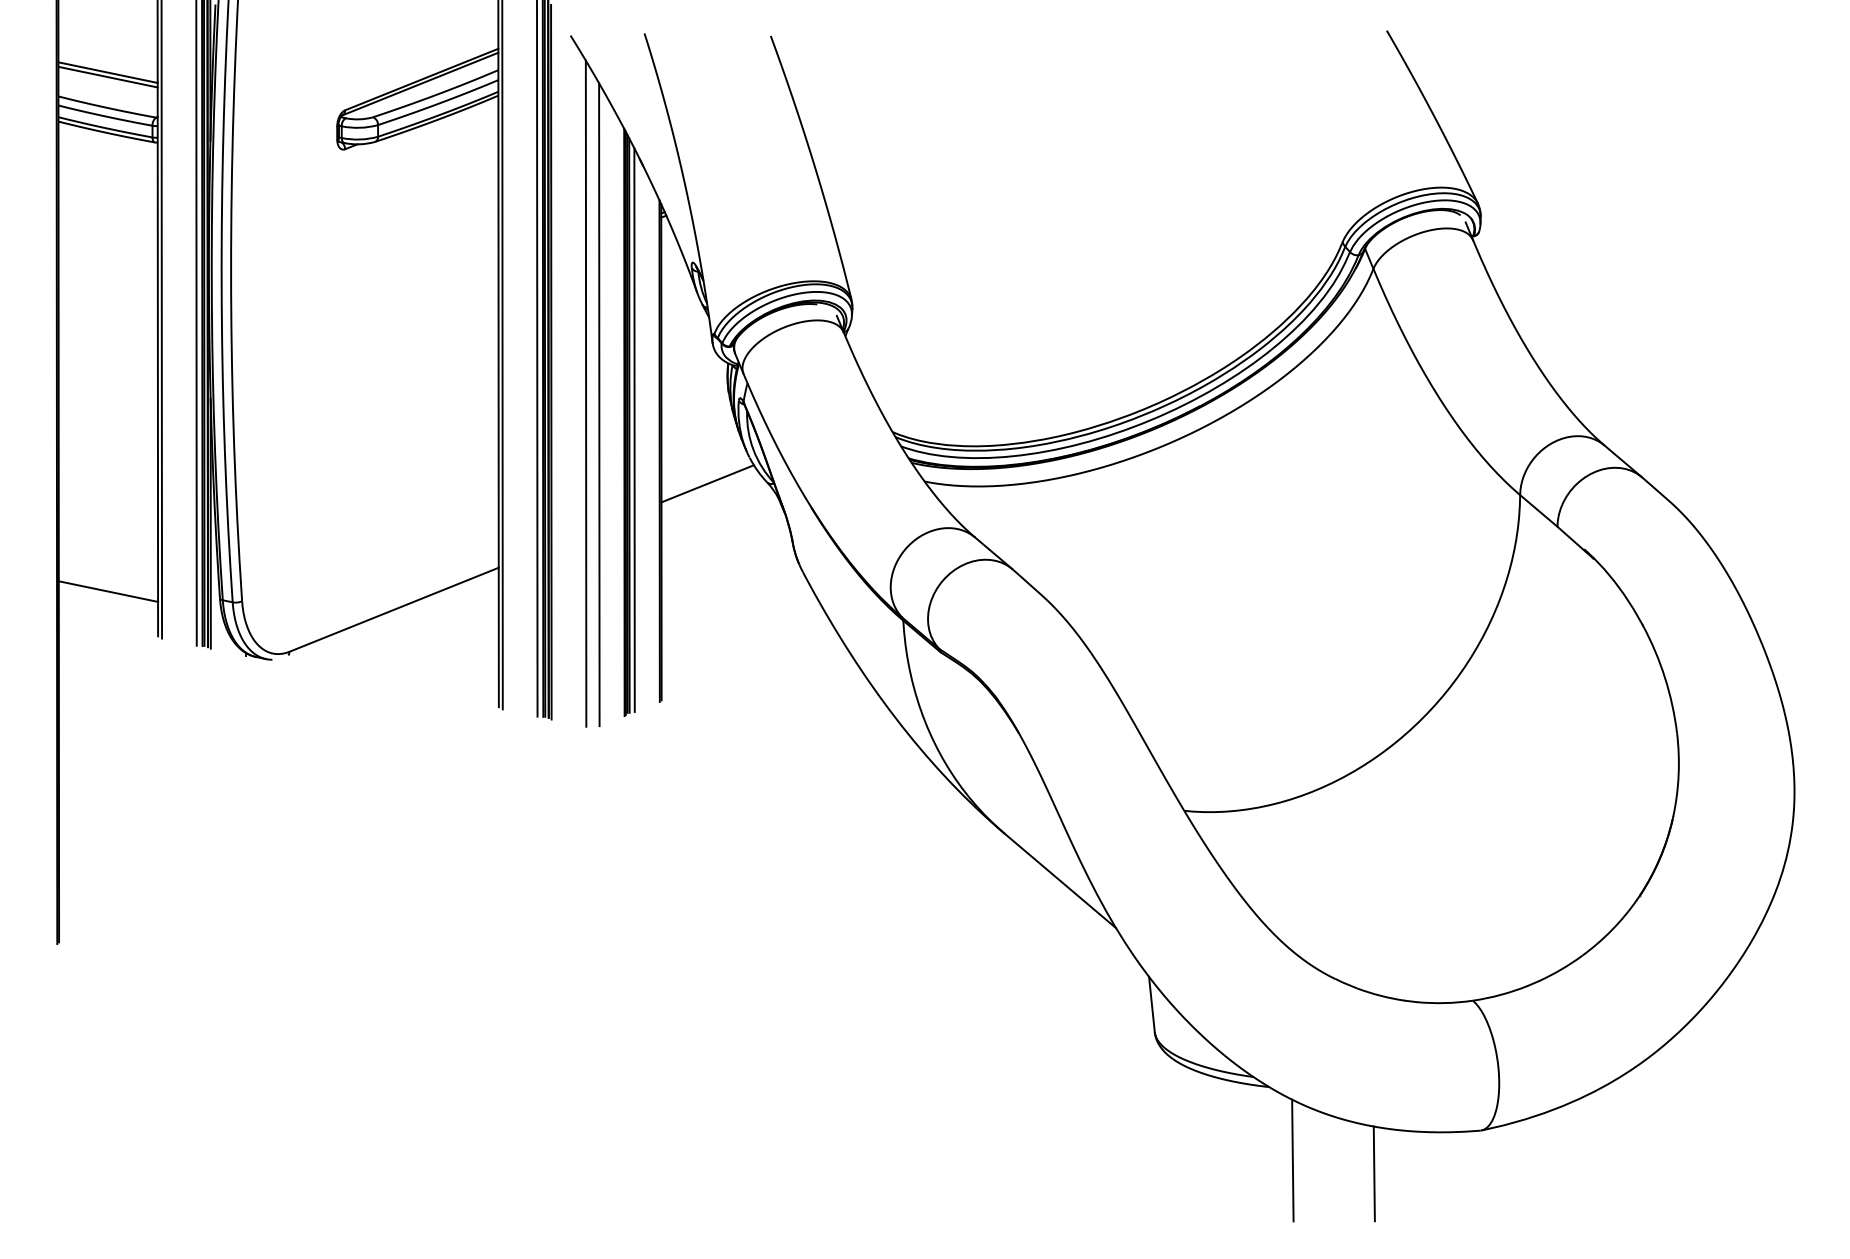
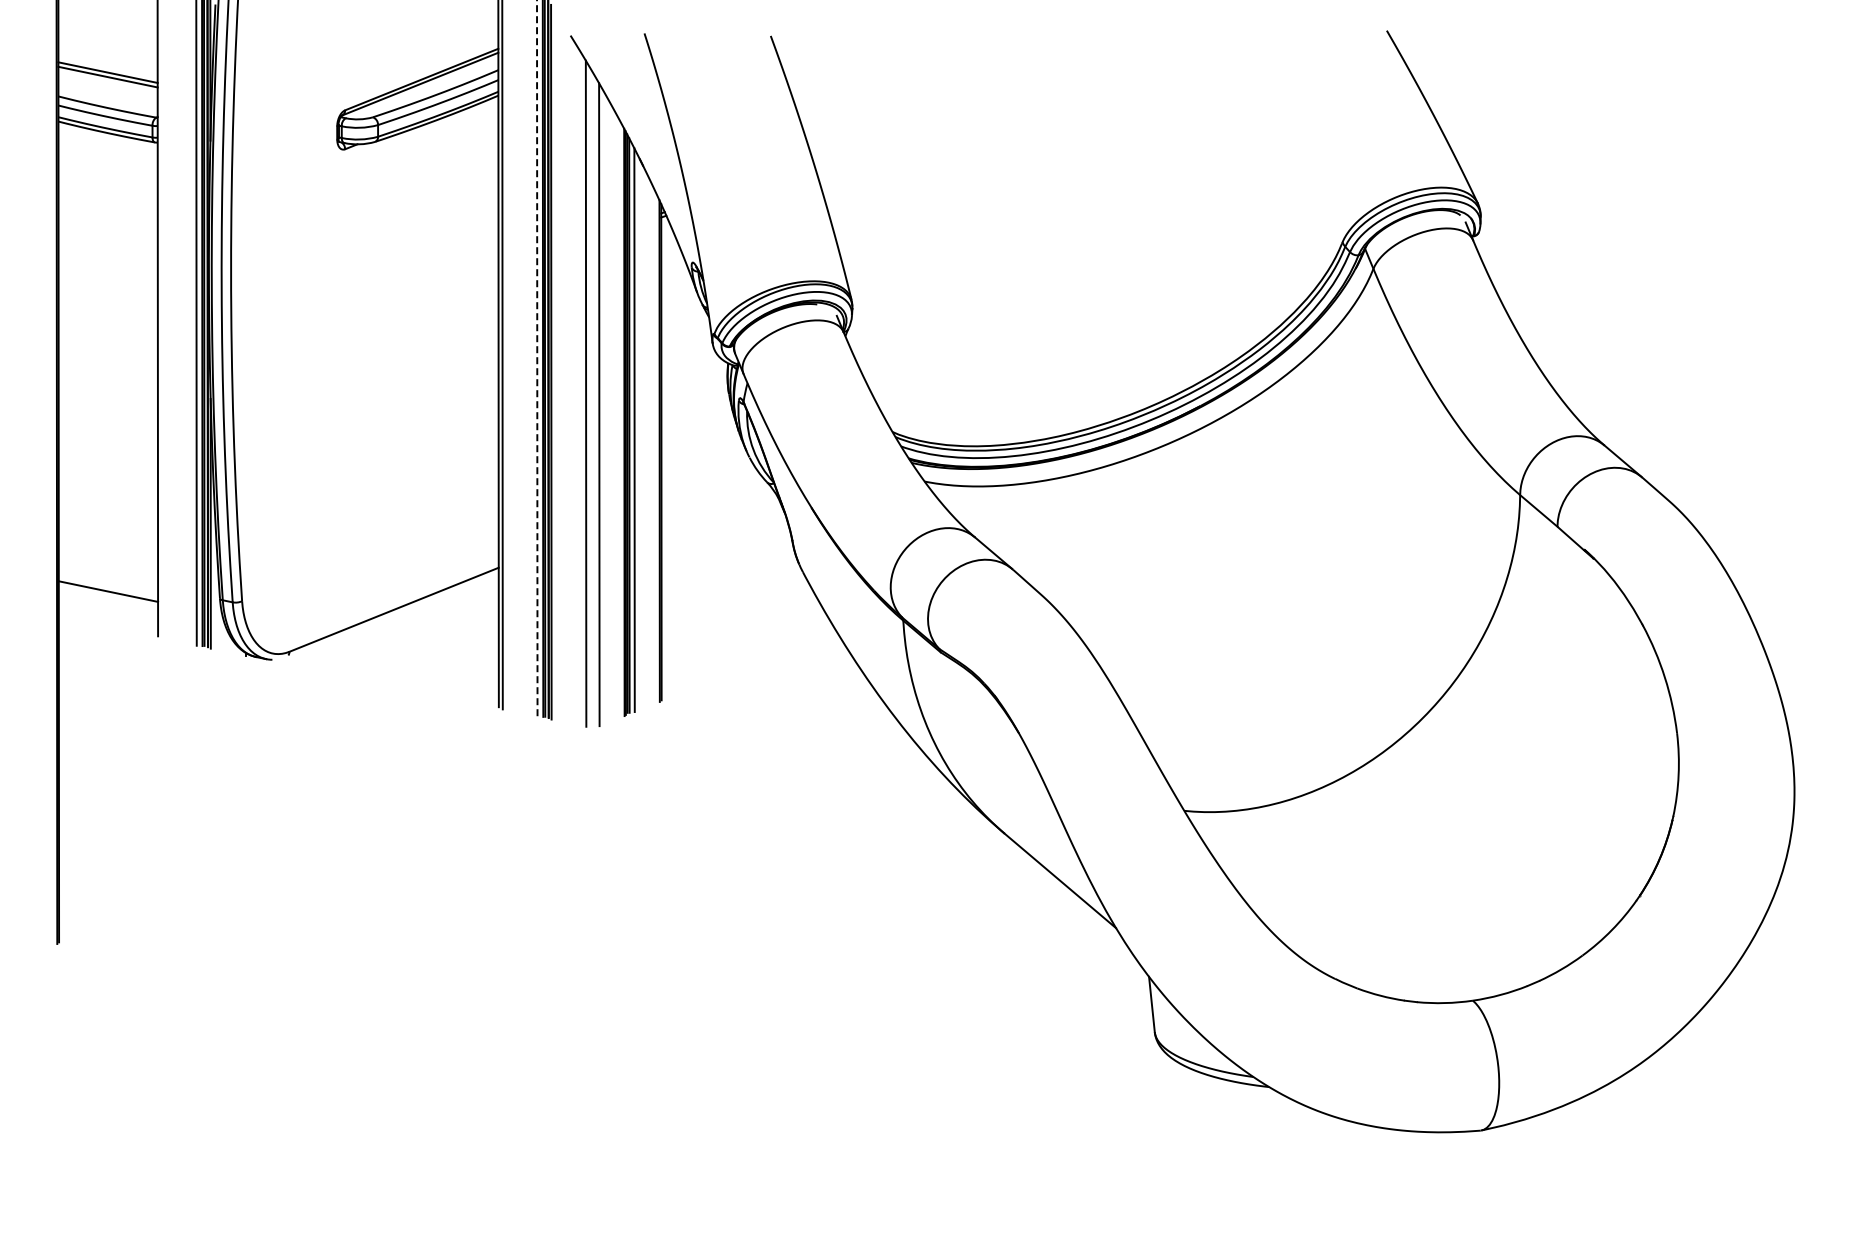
line at (161, 320): present -> none
line at (537, 358): solid -> dashed
line at (707, 483): present -> none
line at (1292, 1160): present -> none
line at (1373, 1173): present -> none
